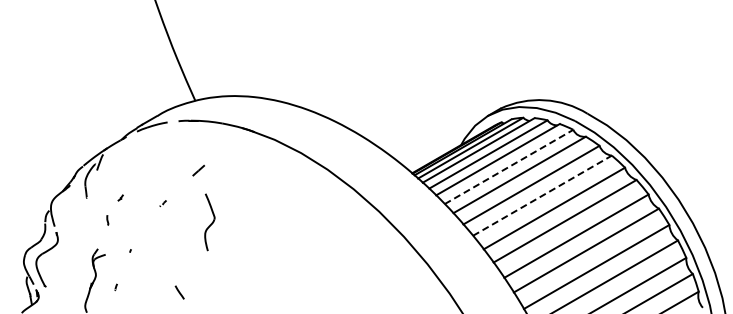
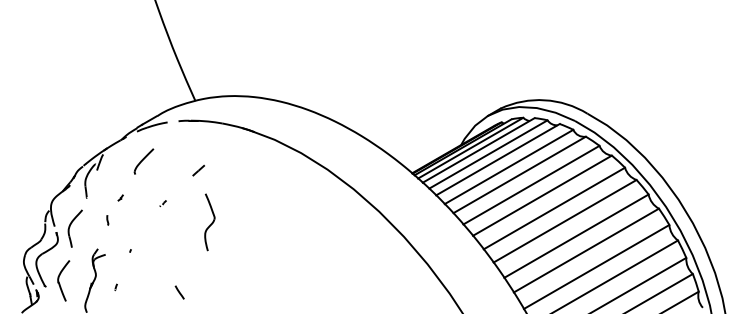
part at (143, 161): none -> present
line at (509, 166): dashed -> solid
line at (542, 195): dashed -> solid
part at (74, 228): none -> present
part at (63, 280): none -> present
